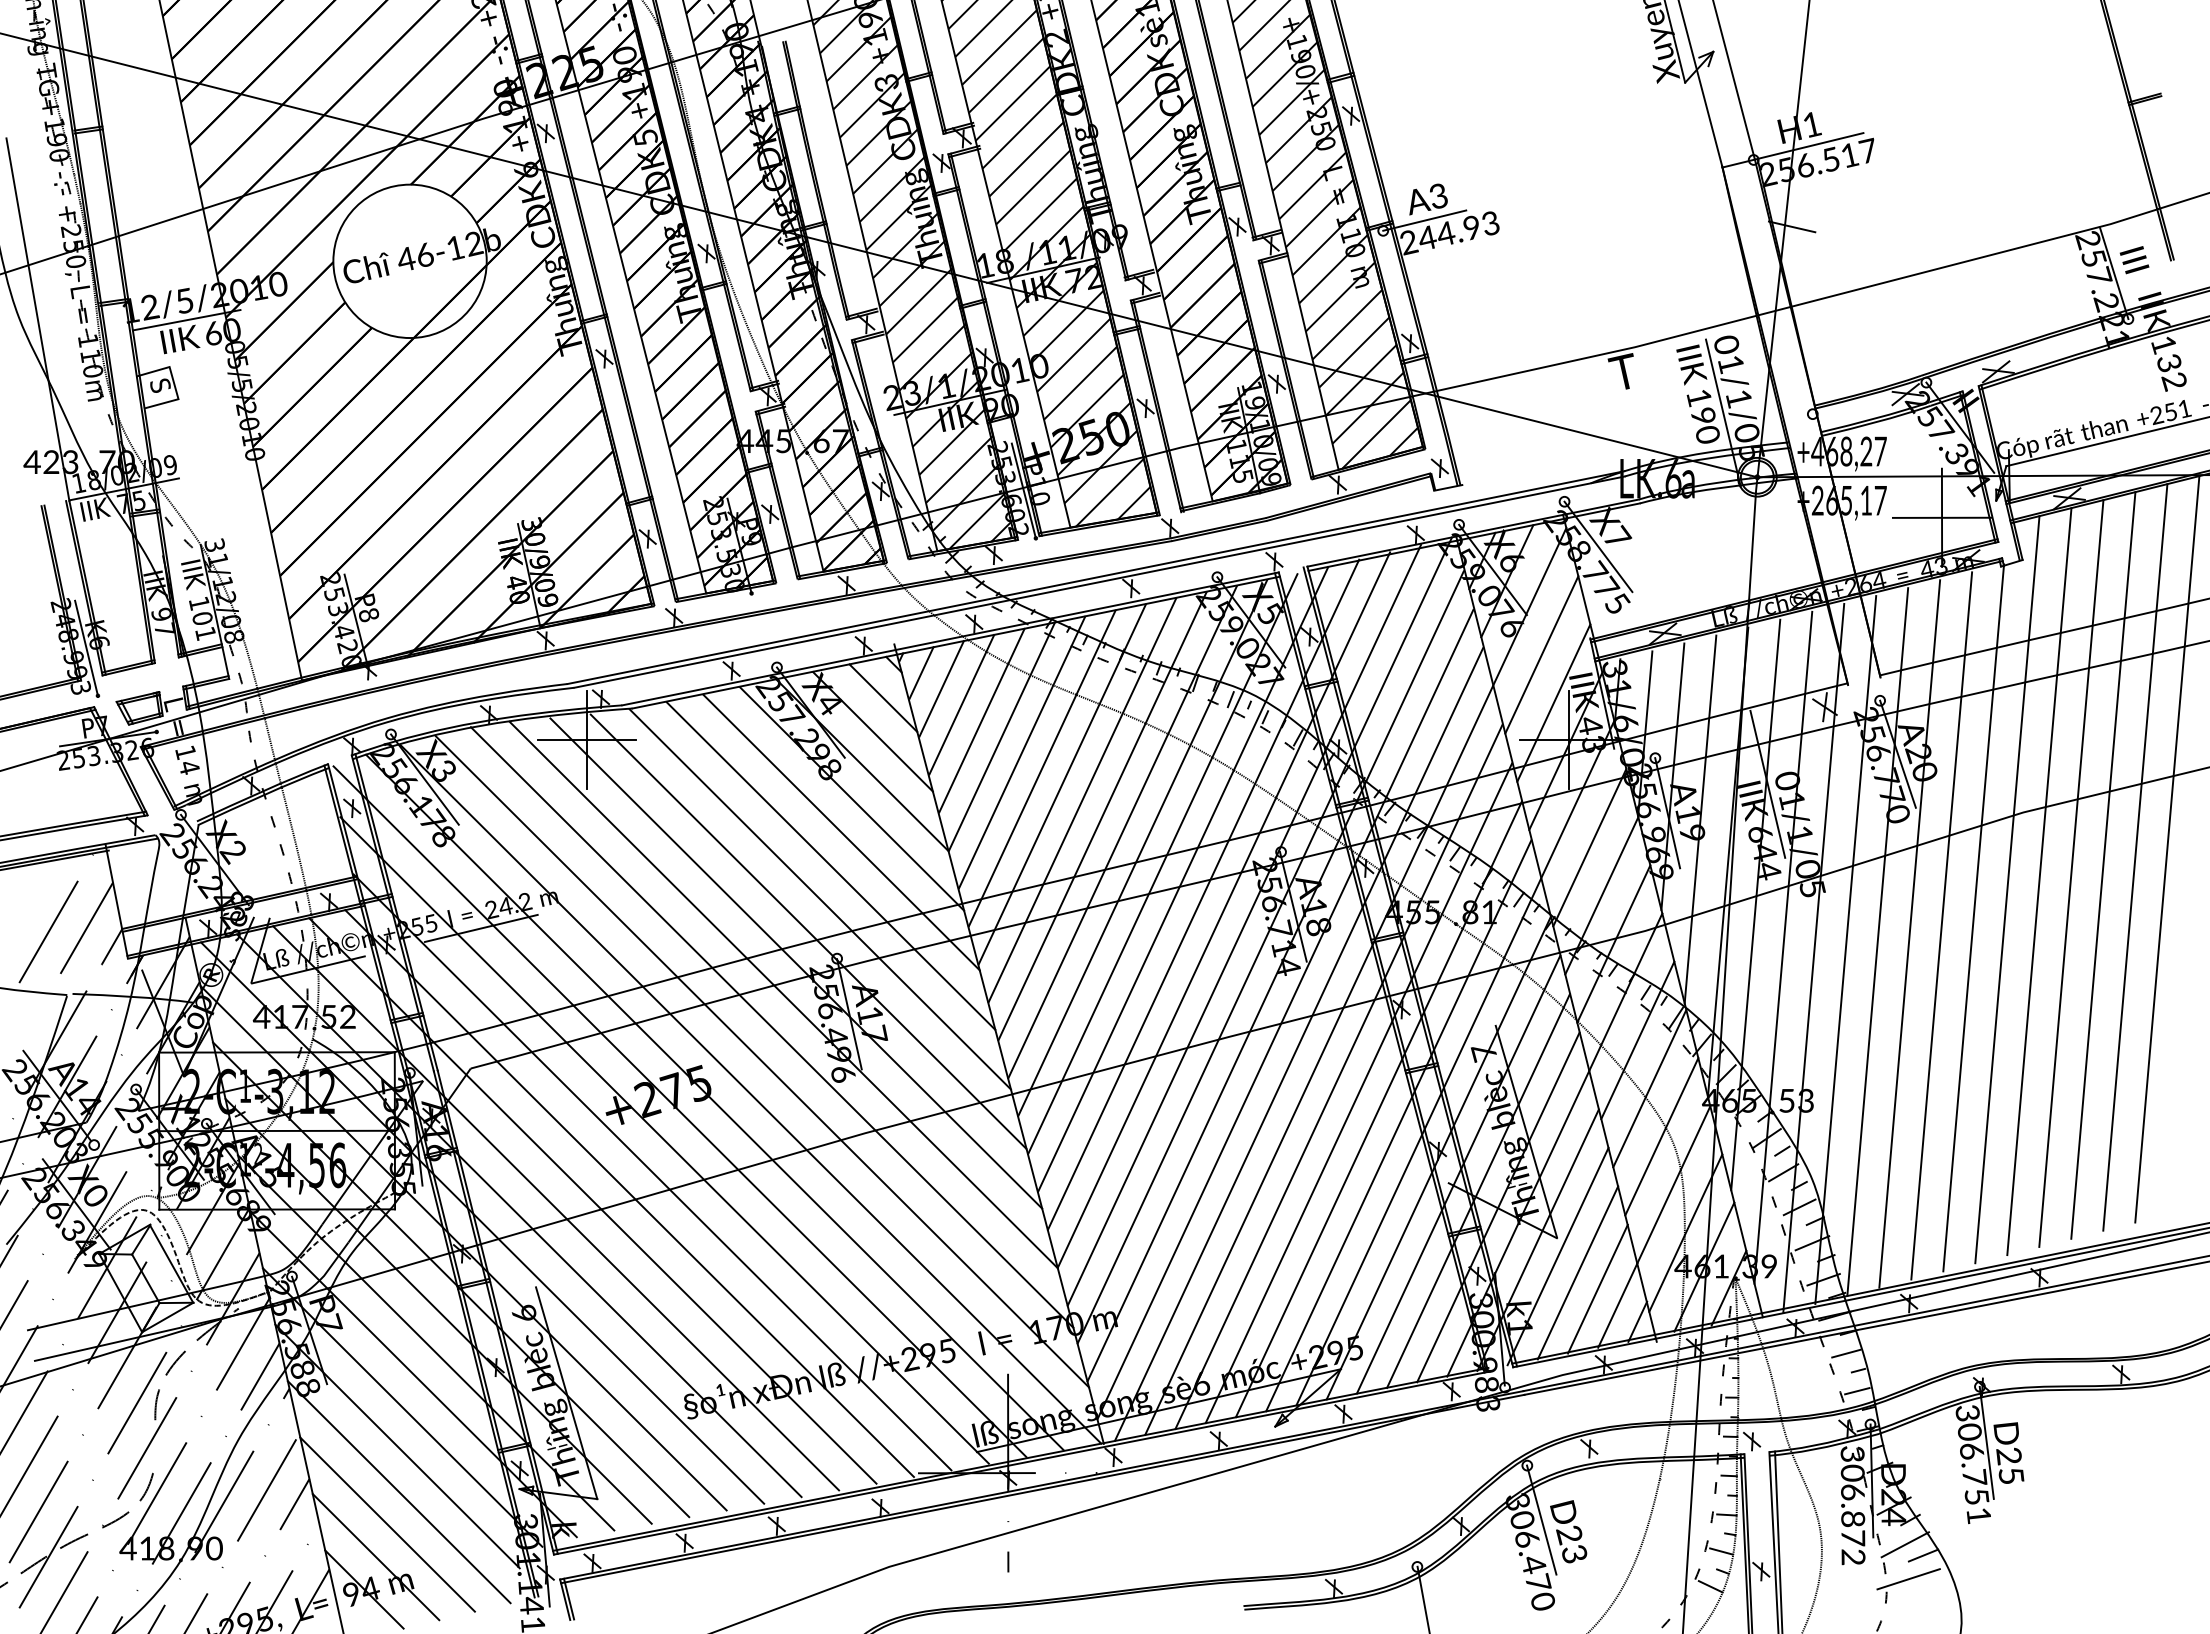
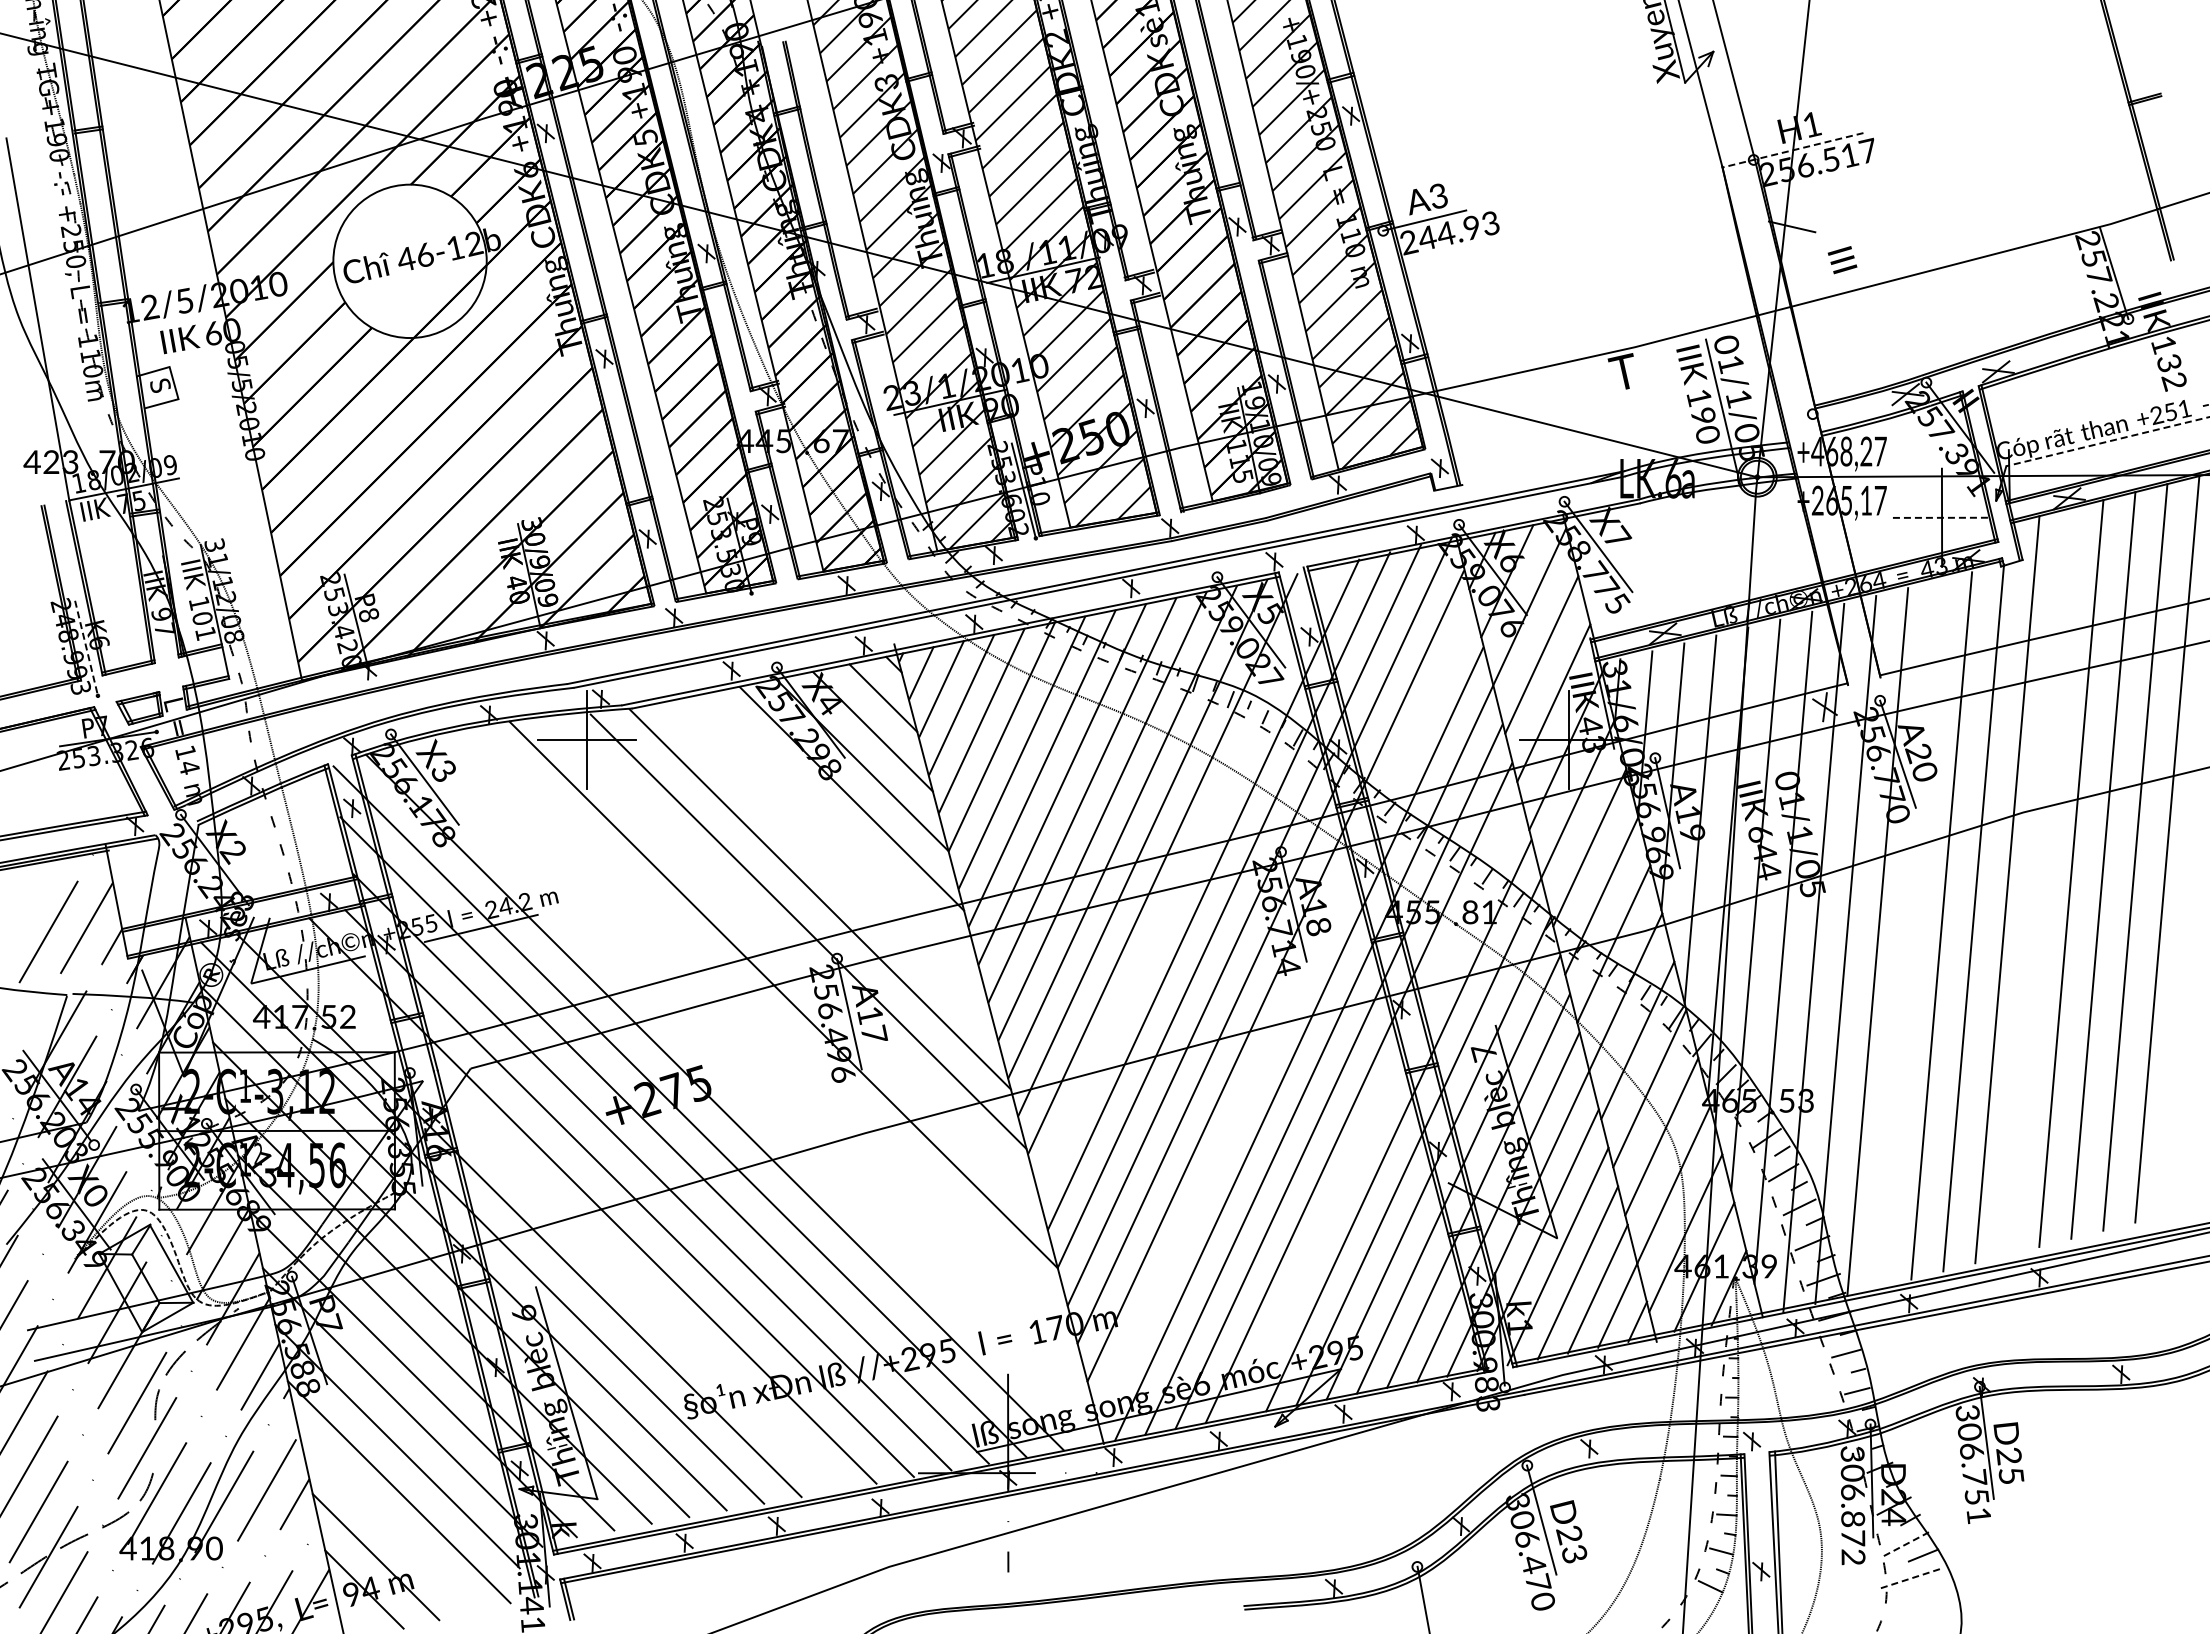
line at (1792, 150): solid -> dashed
text at (2134, 260) position: (2134, 260) -> (1842, 260)
line at (186, 320): present -> none
line at (2107, 441): solid -> dashed
line at (1942, 517): solid -> dashed
line at (86, 648): solid -> dashed
line at (1767, 783): present -> none
line at (841, 832): present -> none
line at (830, 865): present -> none
line at (1183, 879): present -> none
line at (2039, 881): present -> none
line at (1909, 933): present -> none
line at (796, 963): present -> none
line at (1285, 1014): present -> none
line at (771, 1027): present -> none
line at (762, 1061): present -> none
line at (750, 1094): present -> none
line at (1378, 1109): present -> none
line at (556, 1208): present -> none
line at (387, 1524): present -> none
line at (1905, 1544): solid -> dashed
line at (1908, 1579): solid -> dashed
